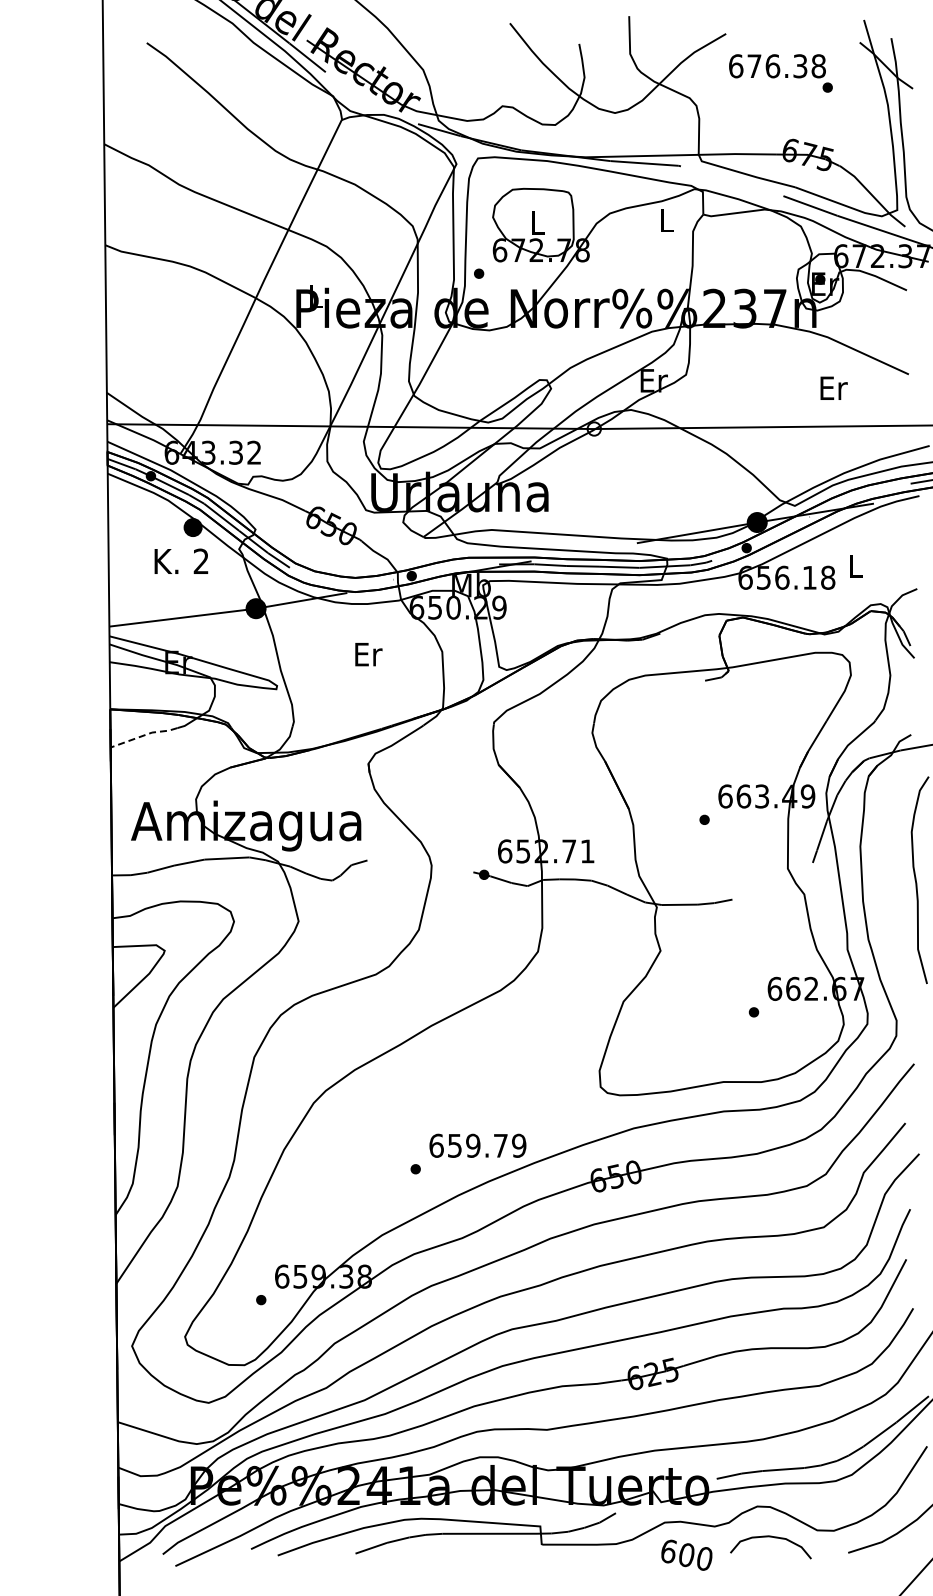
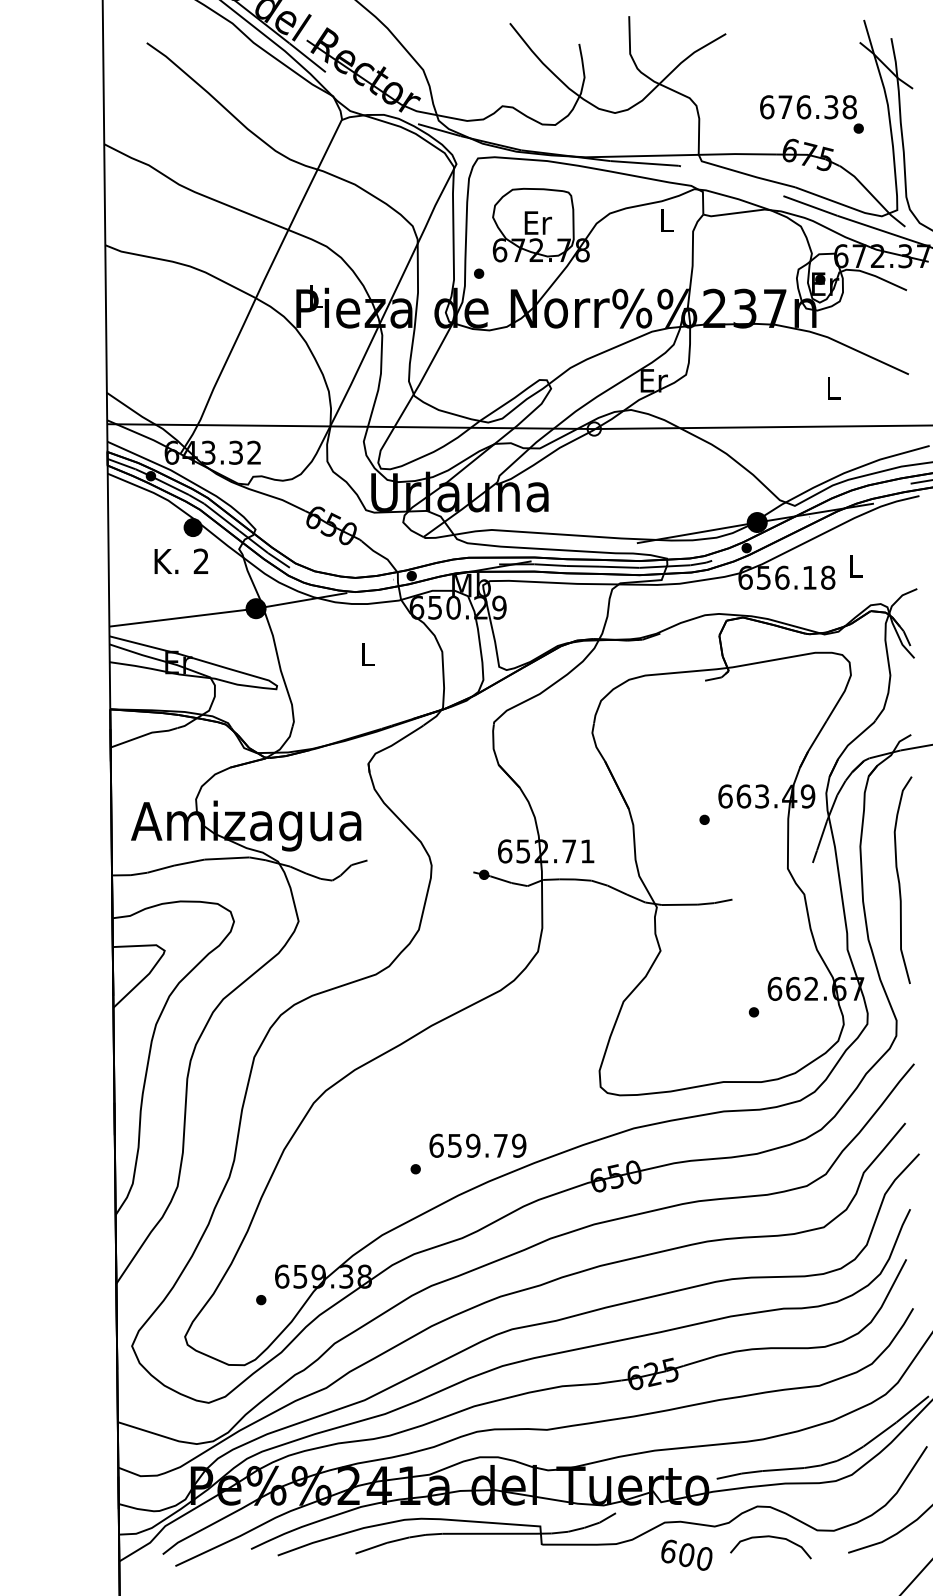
text at (780, 73) position: (780, 73) -> (811, 114)
text at (537, 222): L -> Er
text at (833, 387): Er -> L
text at (368, 654): Er -> L
line at (144, 735): dashed -> solid
curve at (916, 879) position: (916, 879) -> (899, 879)
